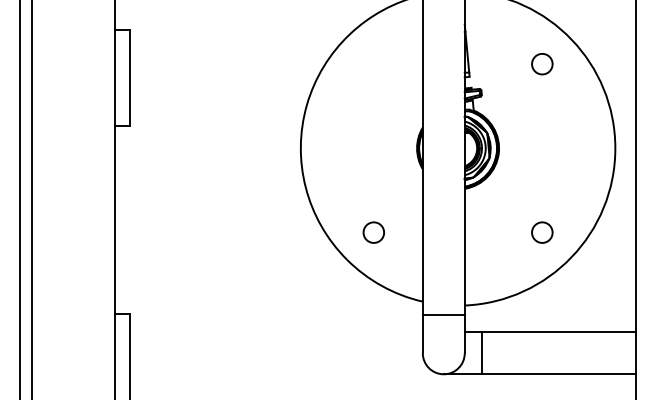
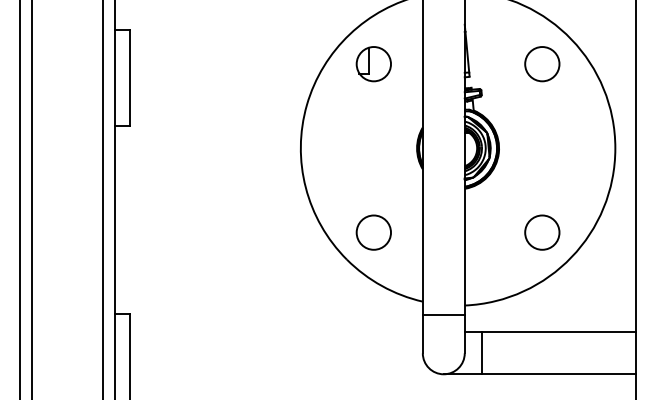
circle at (542, 63) diameter: 21 px -> 34 px
part at (373, 64): none -> present
line at (102, 199): none -> present
circle at (373, 232) diameter: 21 px -> 34 px
circle at (542, 232) diameter: 21 px -> 34 px
